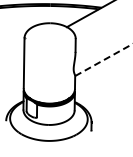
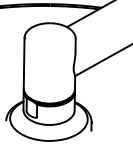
line at (103, 60): dashed -> solid
